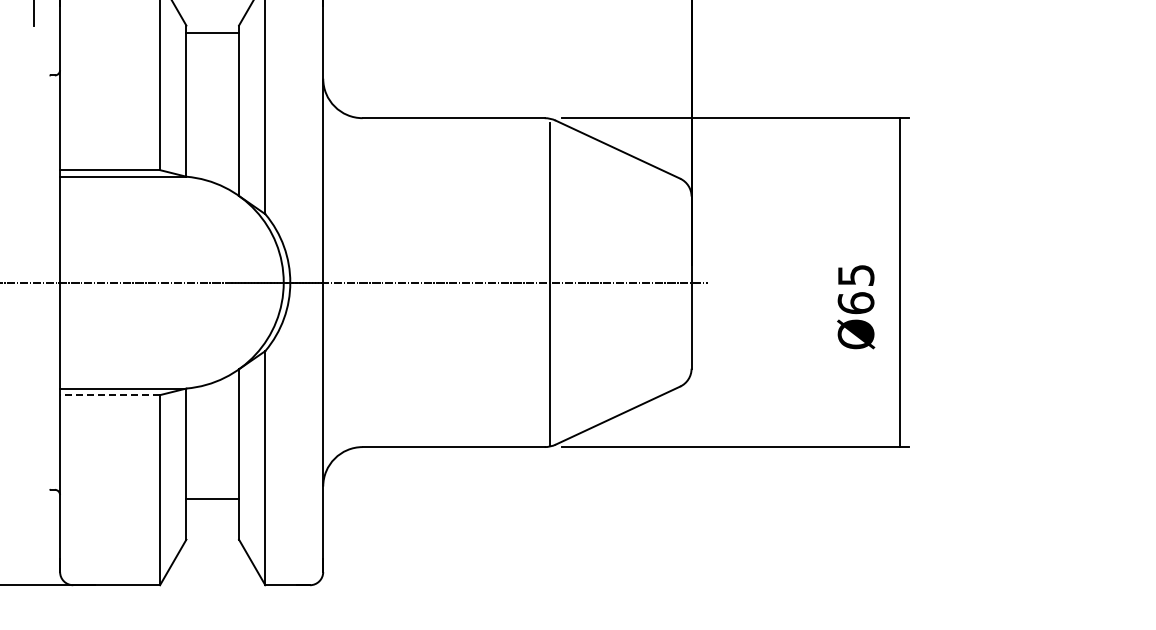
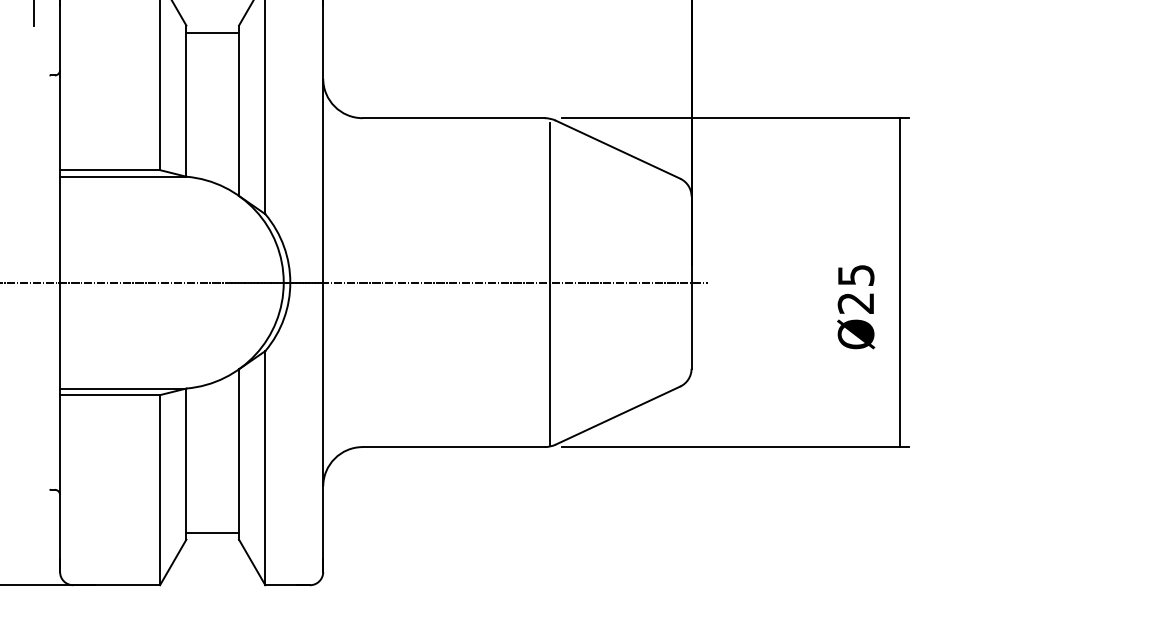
text at (855, 303): Ø65 -> Ø25
line at (110, 395): dashed -> solid
line at (212, 498) position: (212, 498) -> (212, 532)
